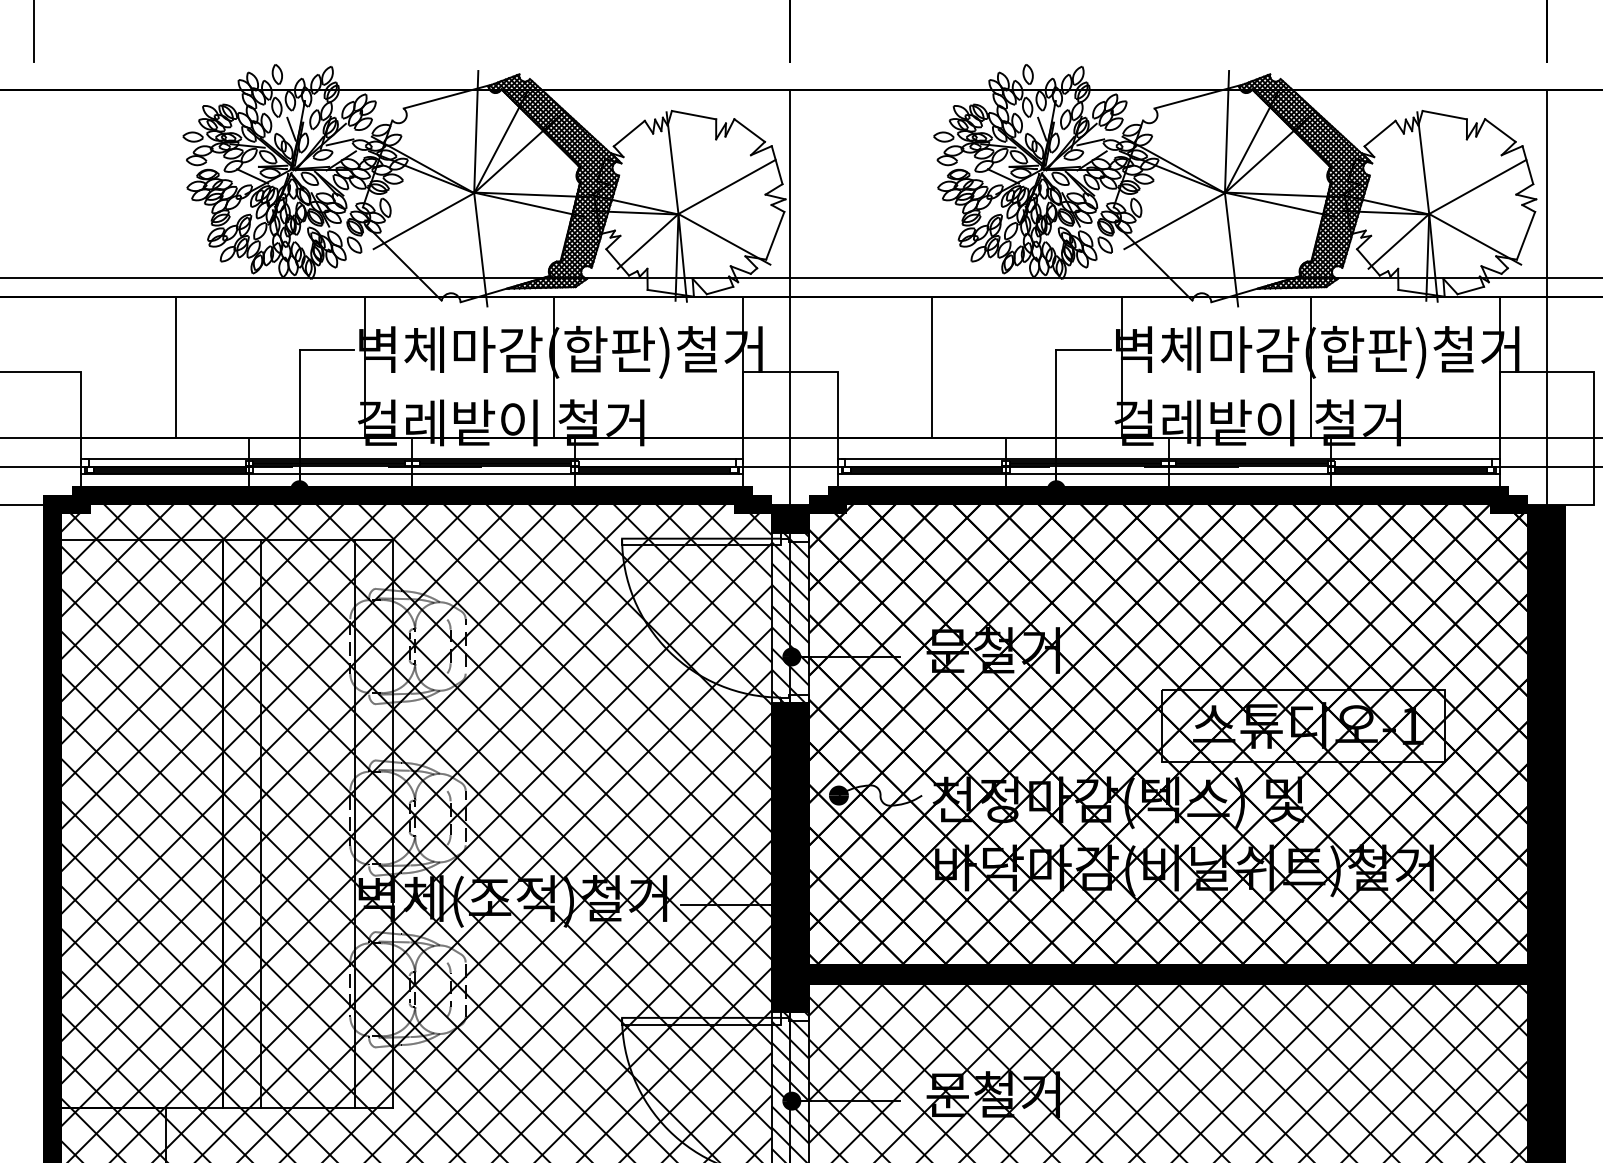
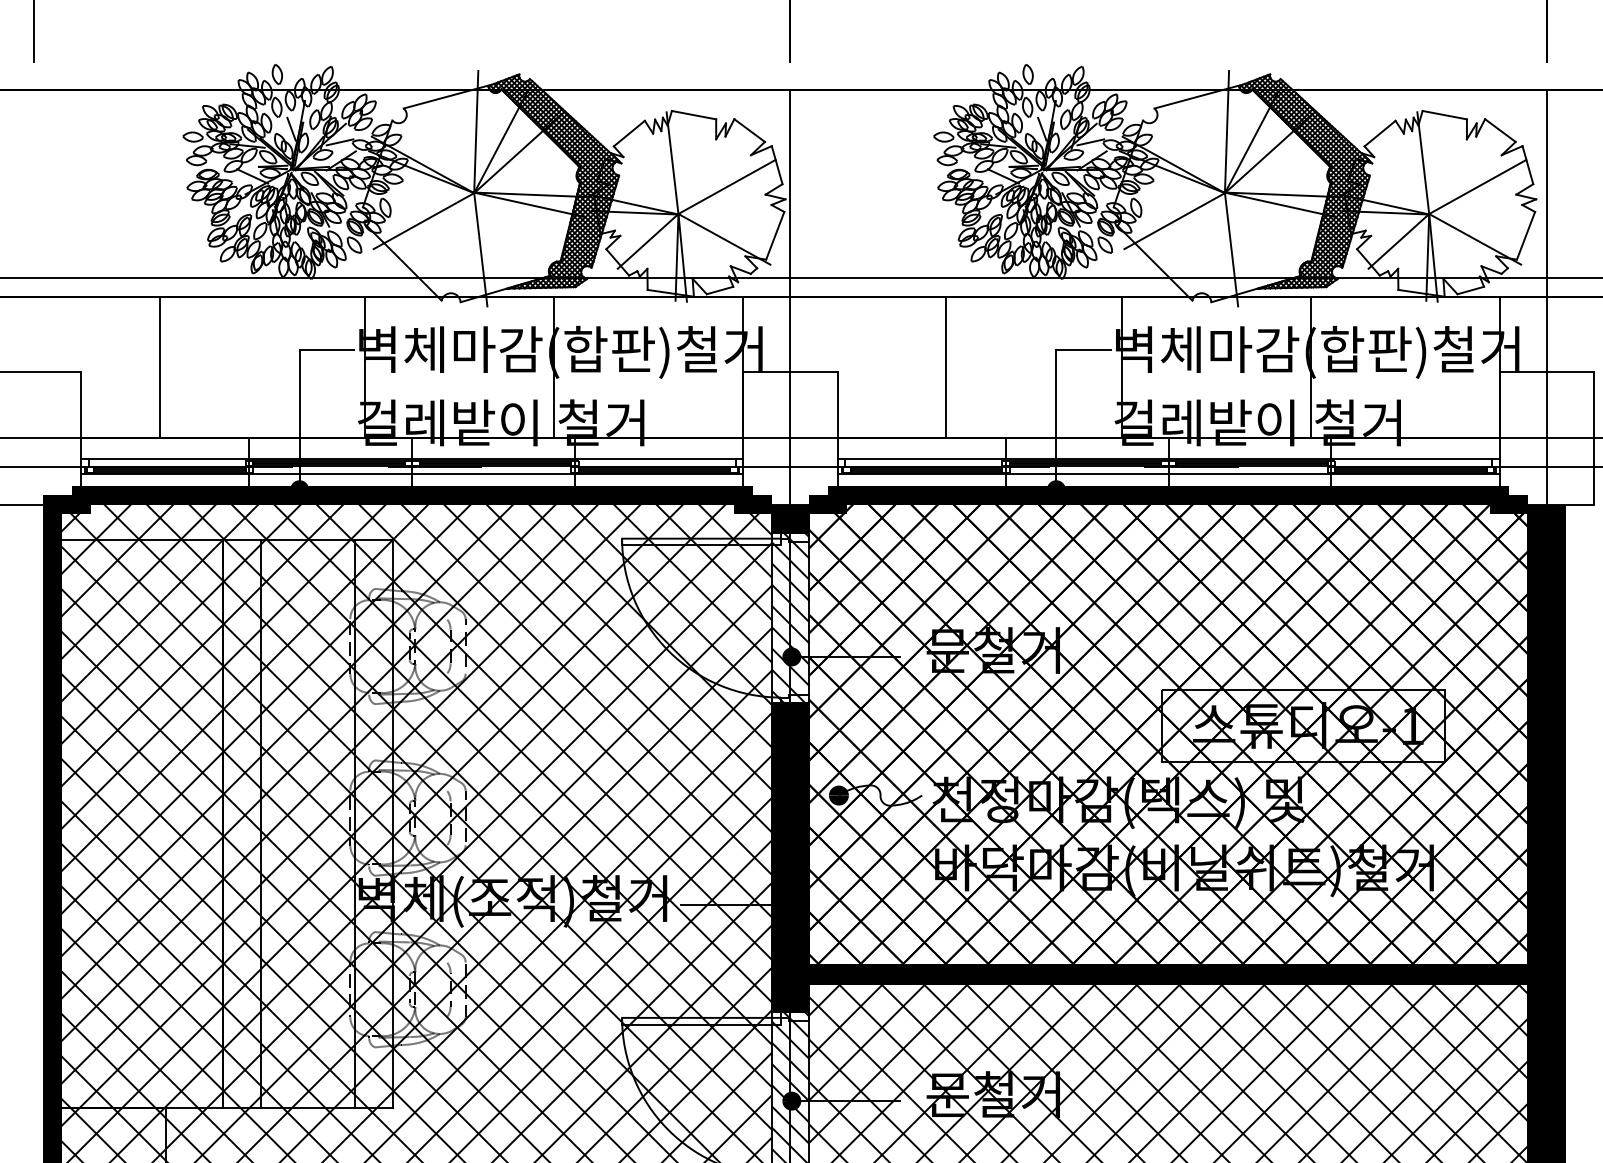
line at (175, 367) position: (175, 367) -> (159, 367)
line at (932, 367) position: (932, 367) -> (946, 367)
